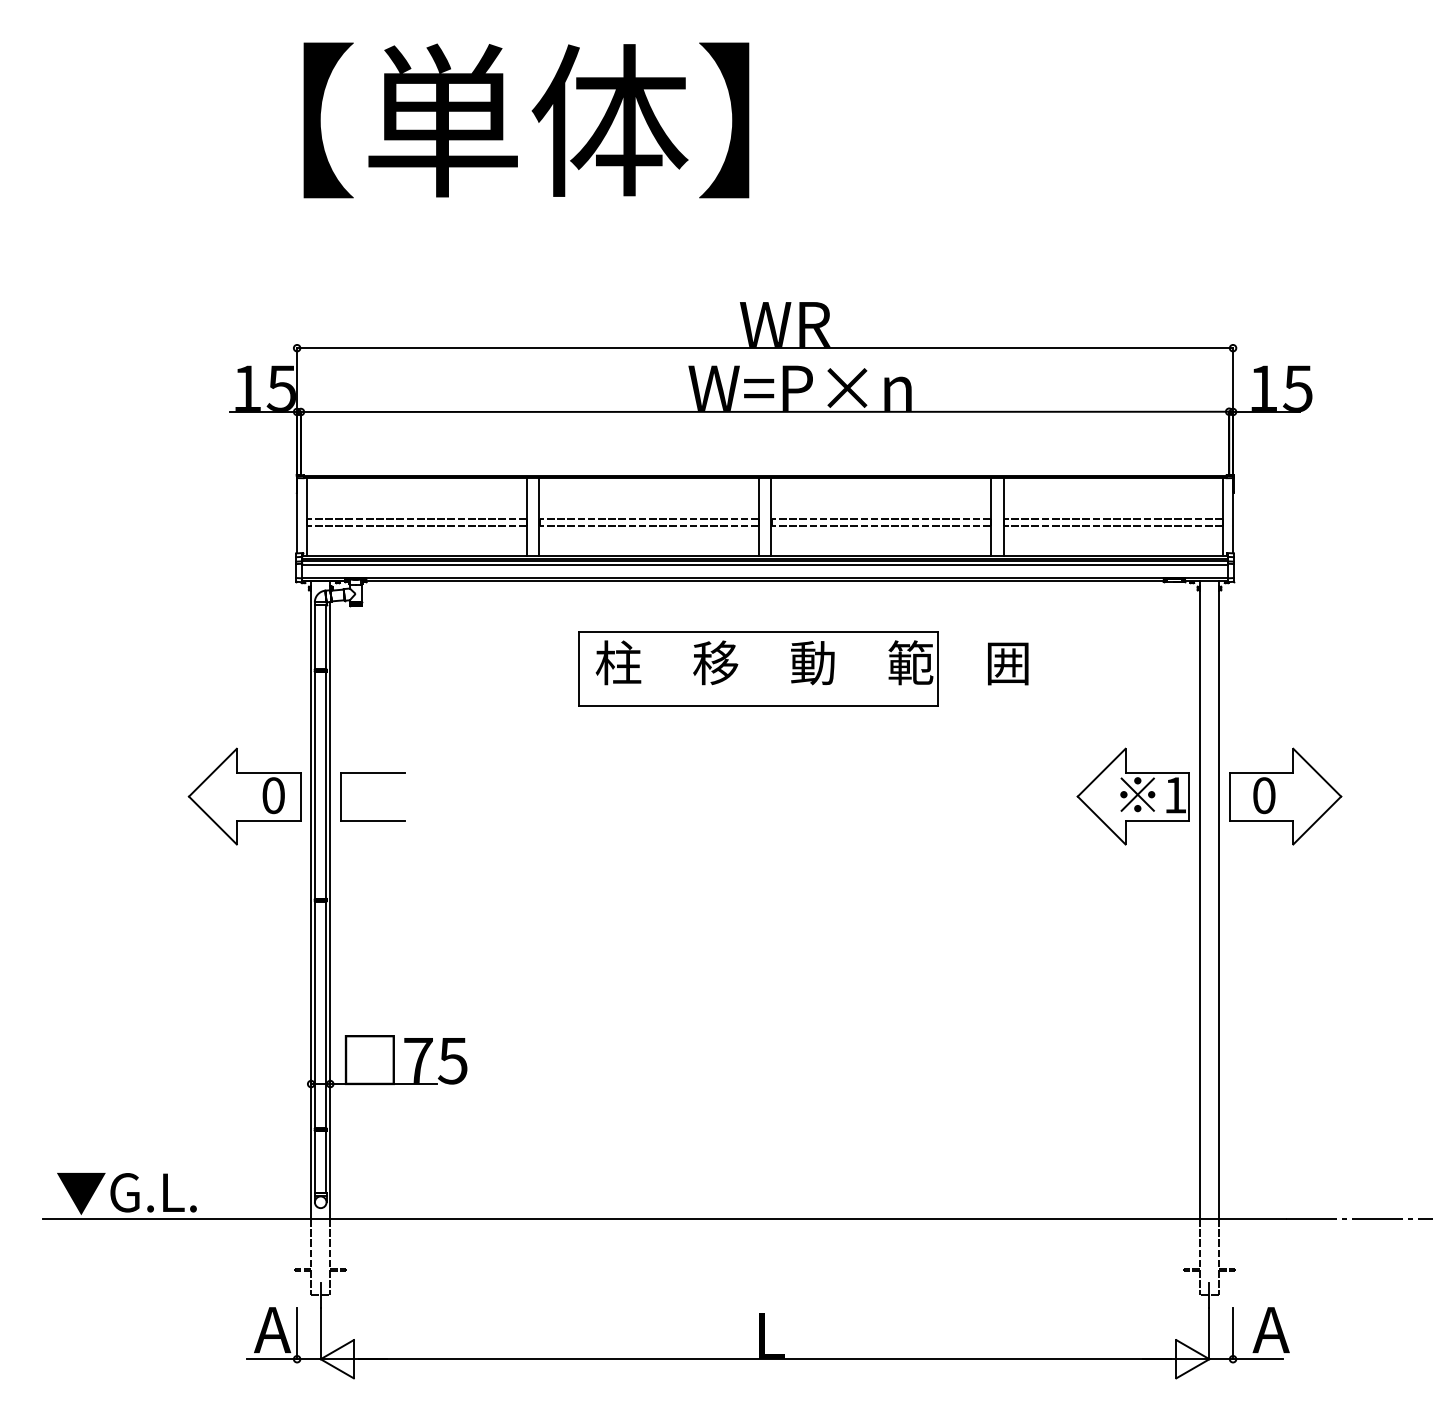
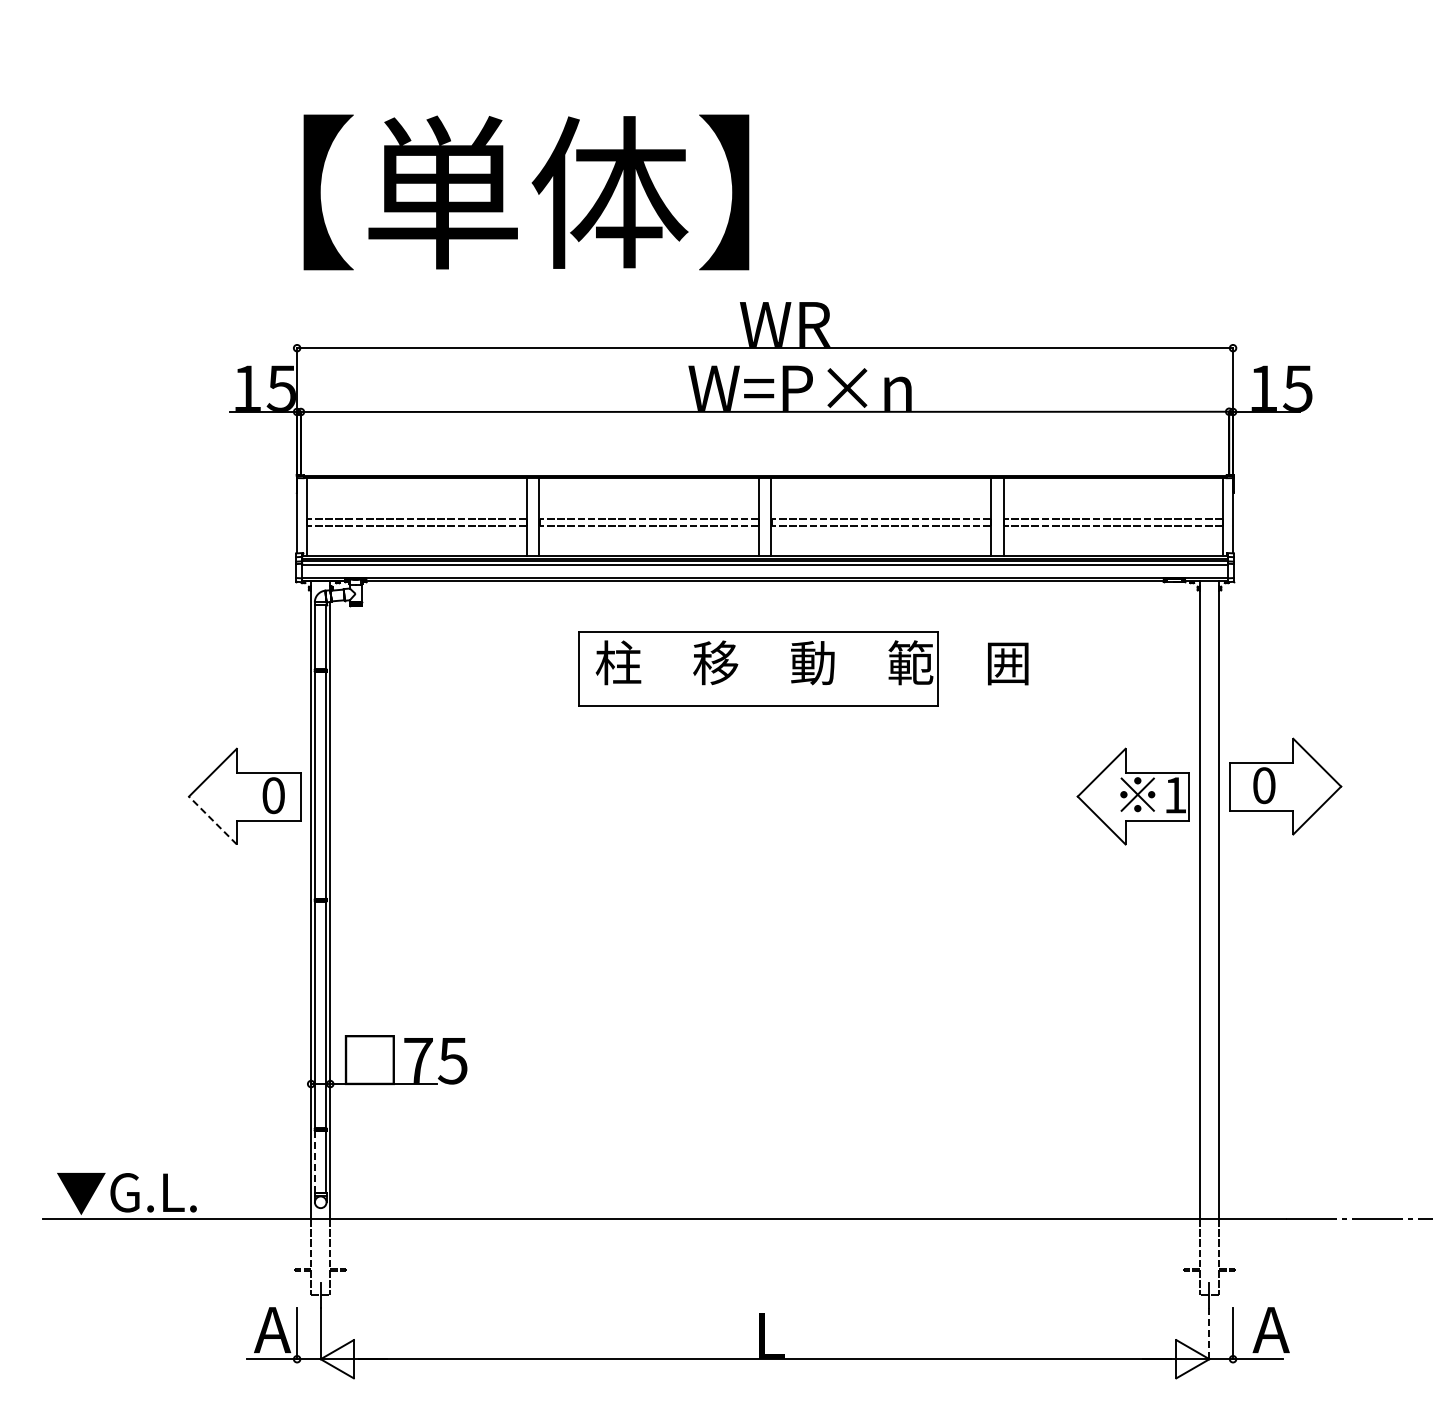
text at (526, 120) position: (526, 120) -> (526, 192)
part at (372, 773): present -> none
part at (1285, 796) position: (1285, 796) -> (1285, 786)
line at (212, 820): solid -> dashed
line at (315, 1162): solid -> dashed
line at (1209, 1333): solid -> dashed
